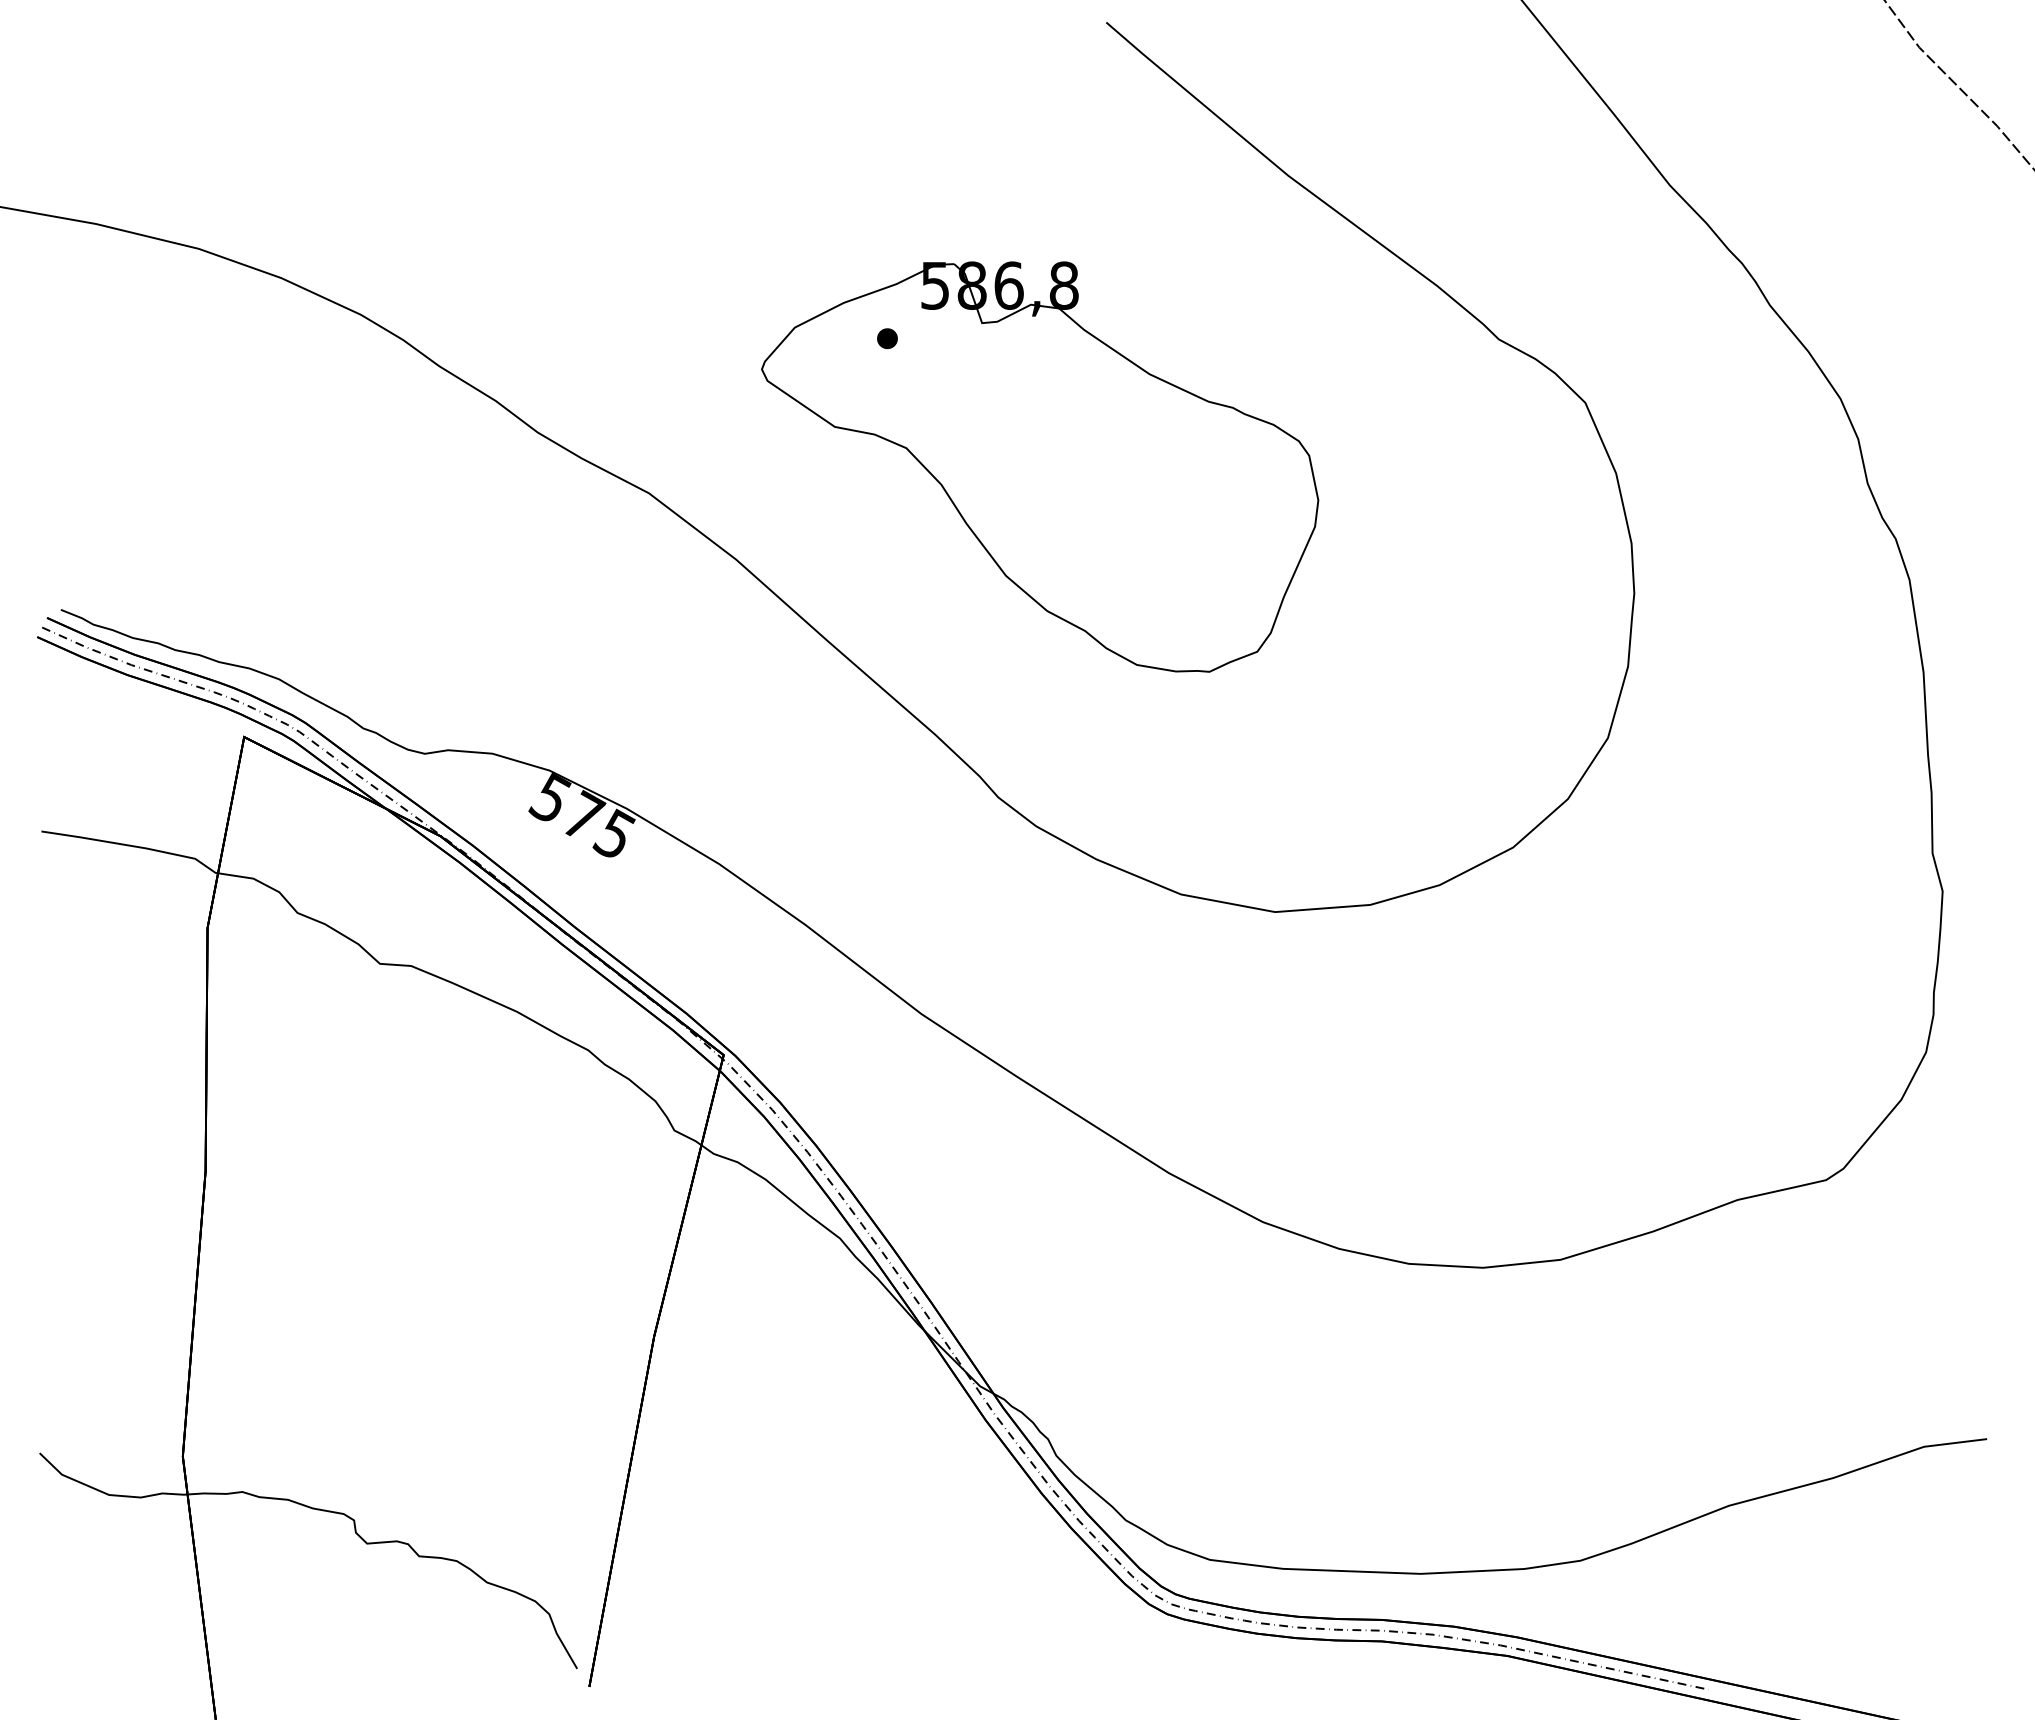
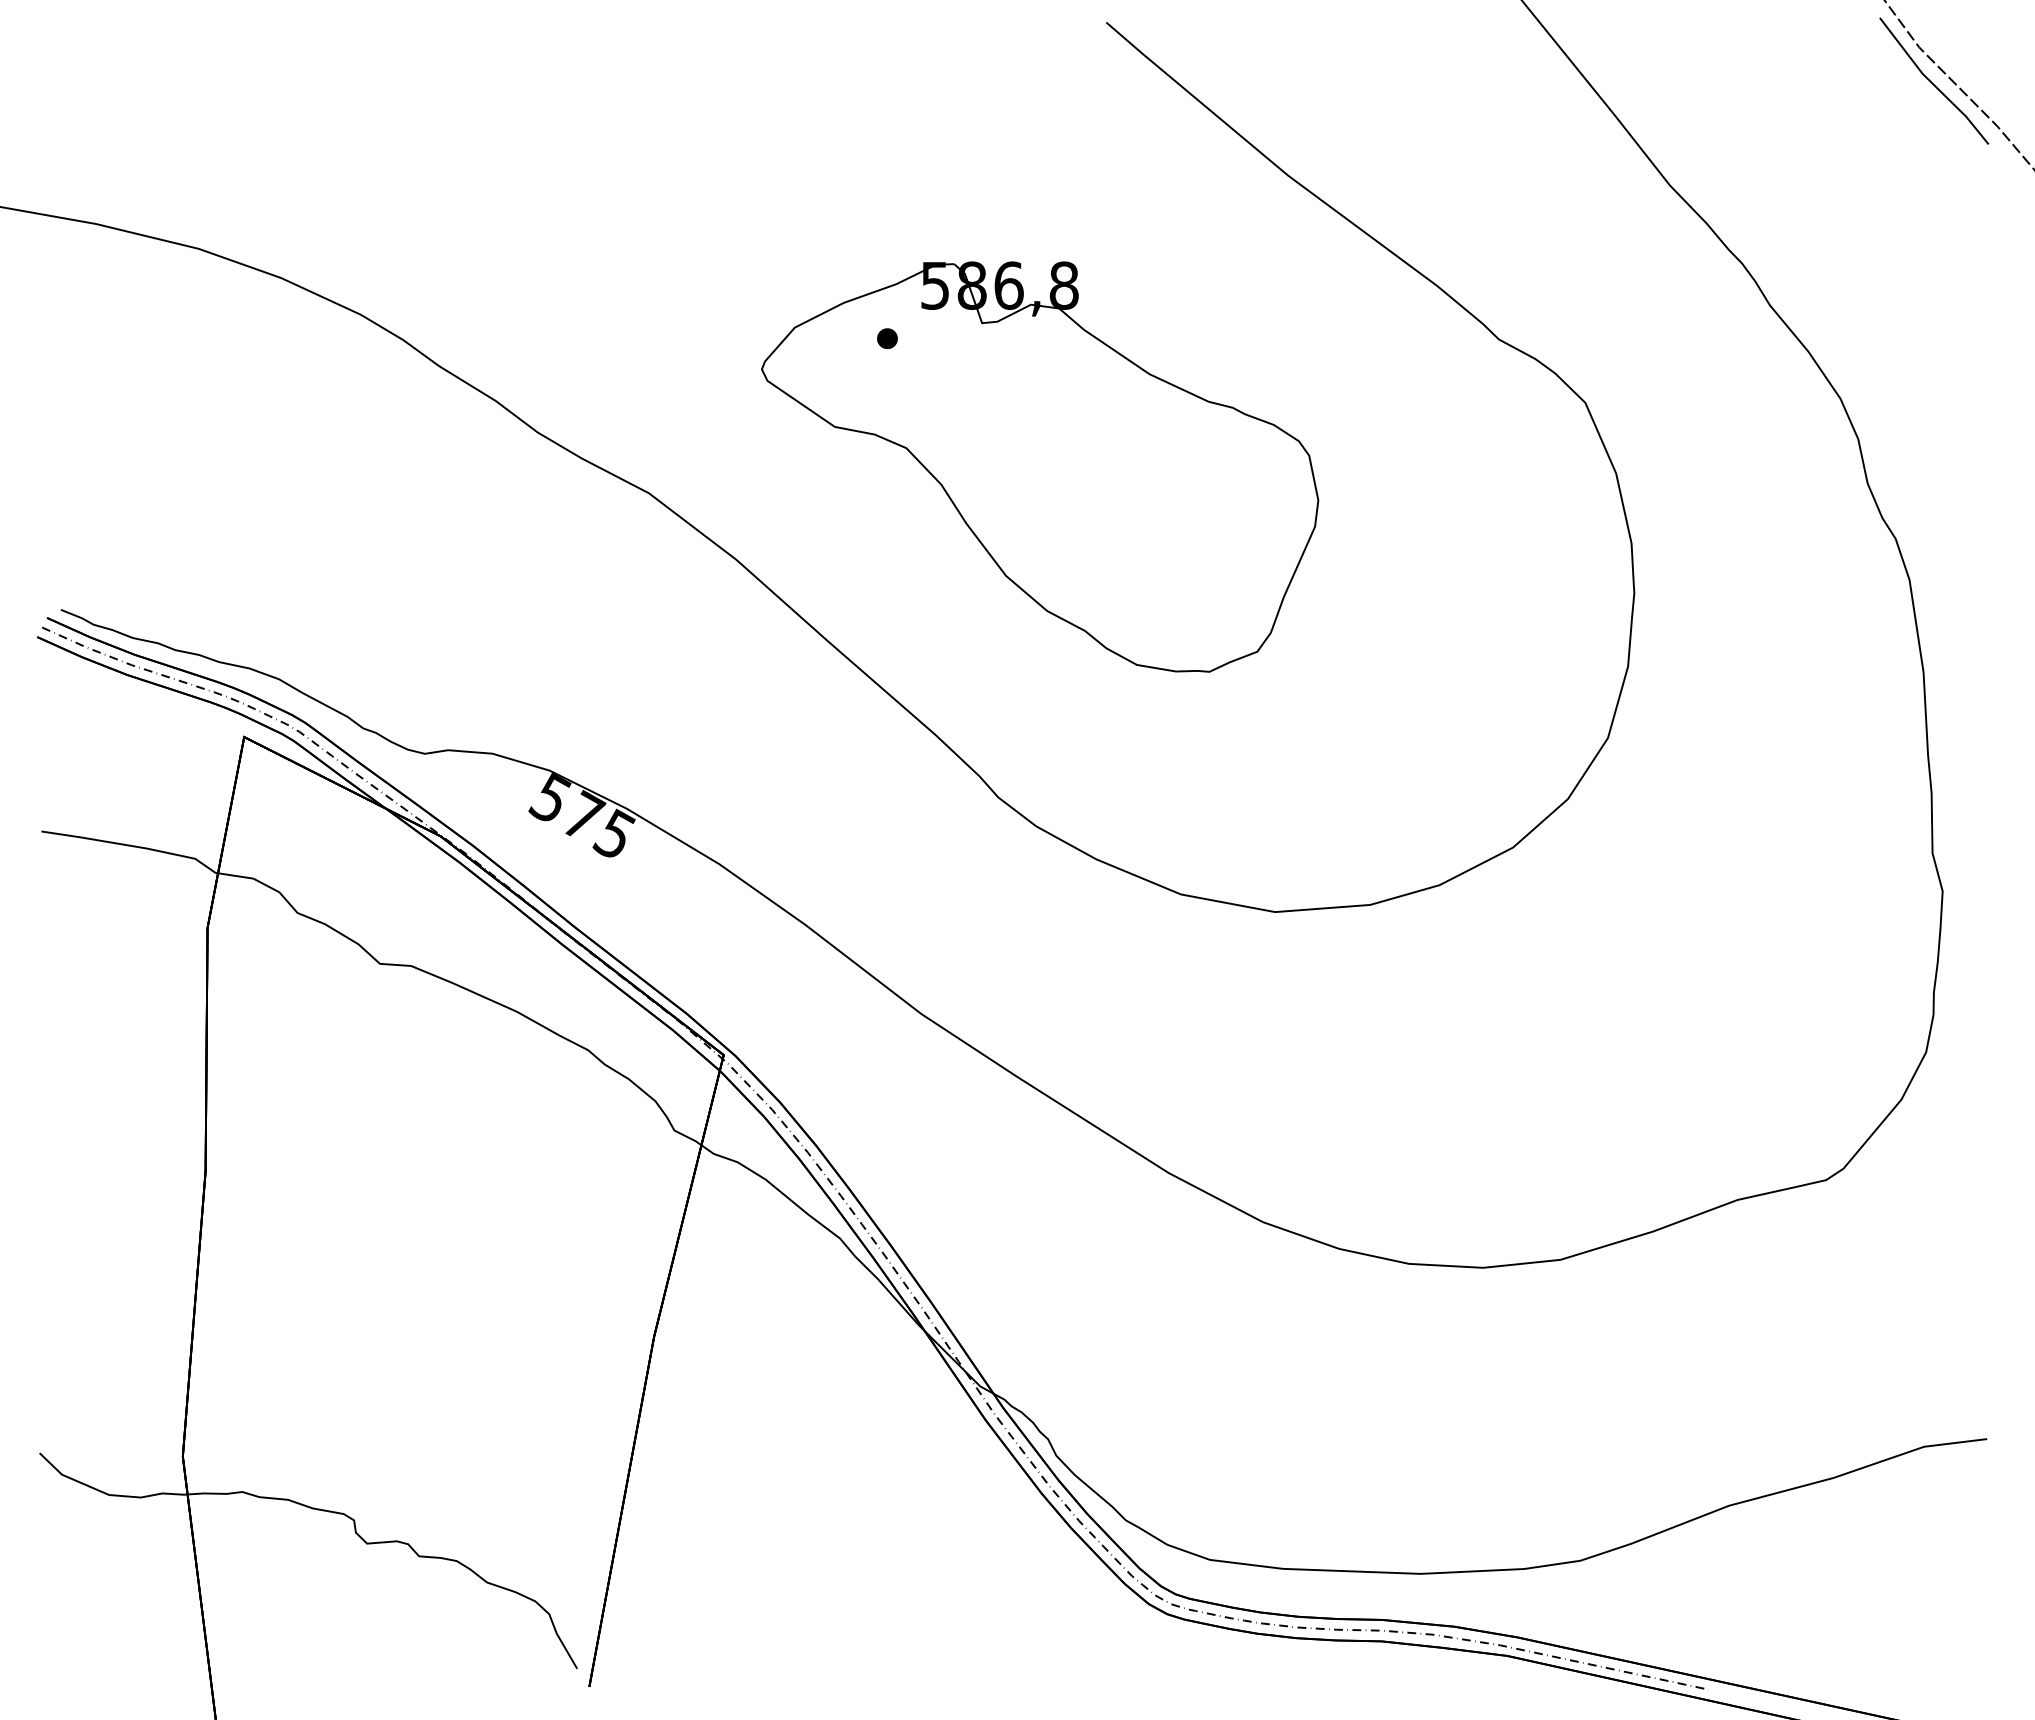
line at (1932, 82): none -> present
